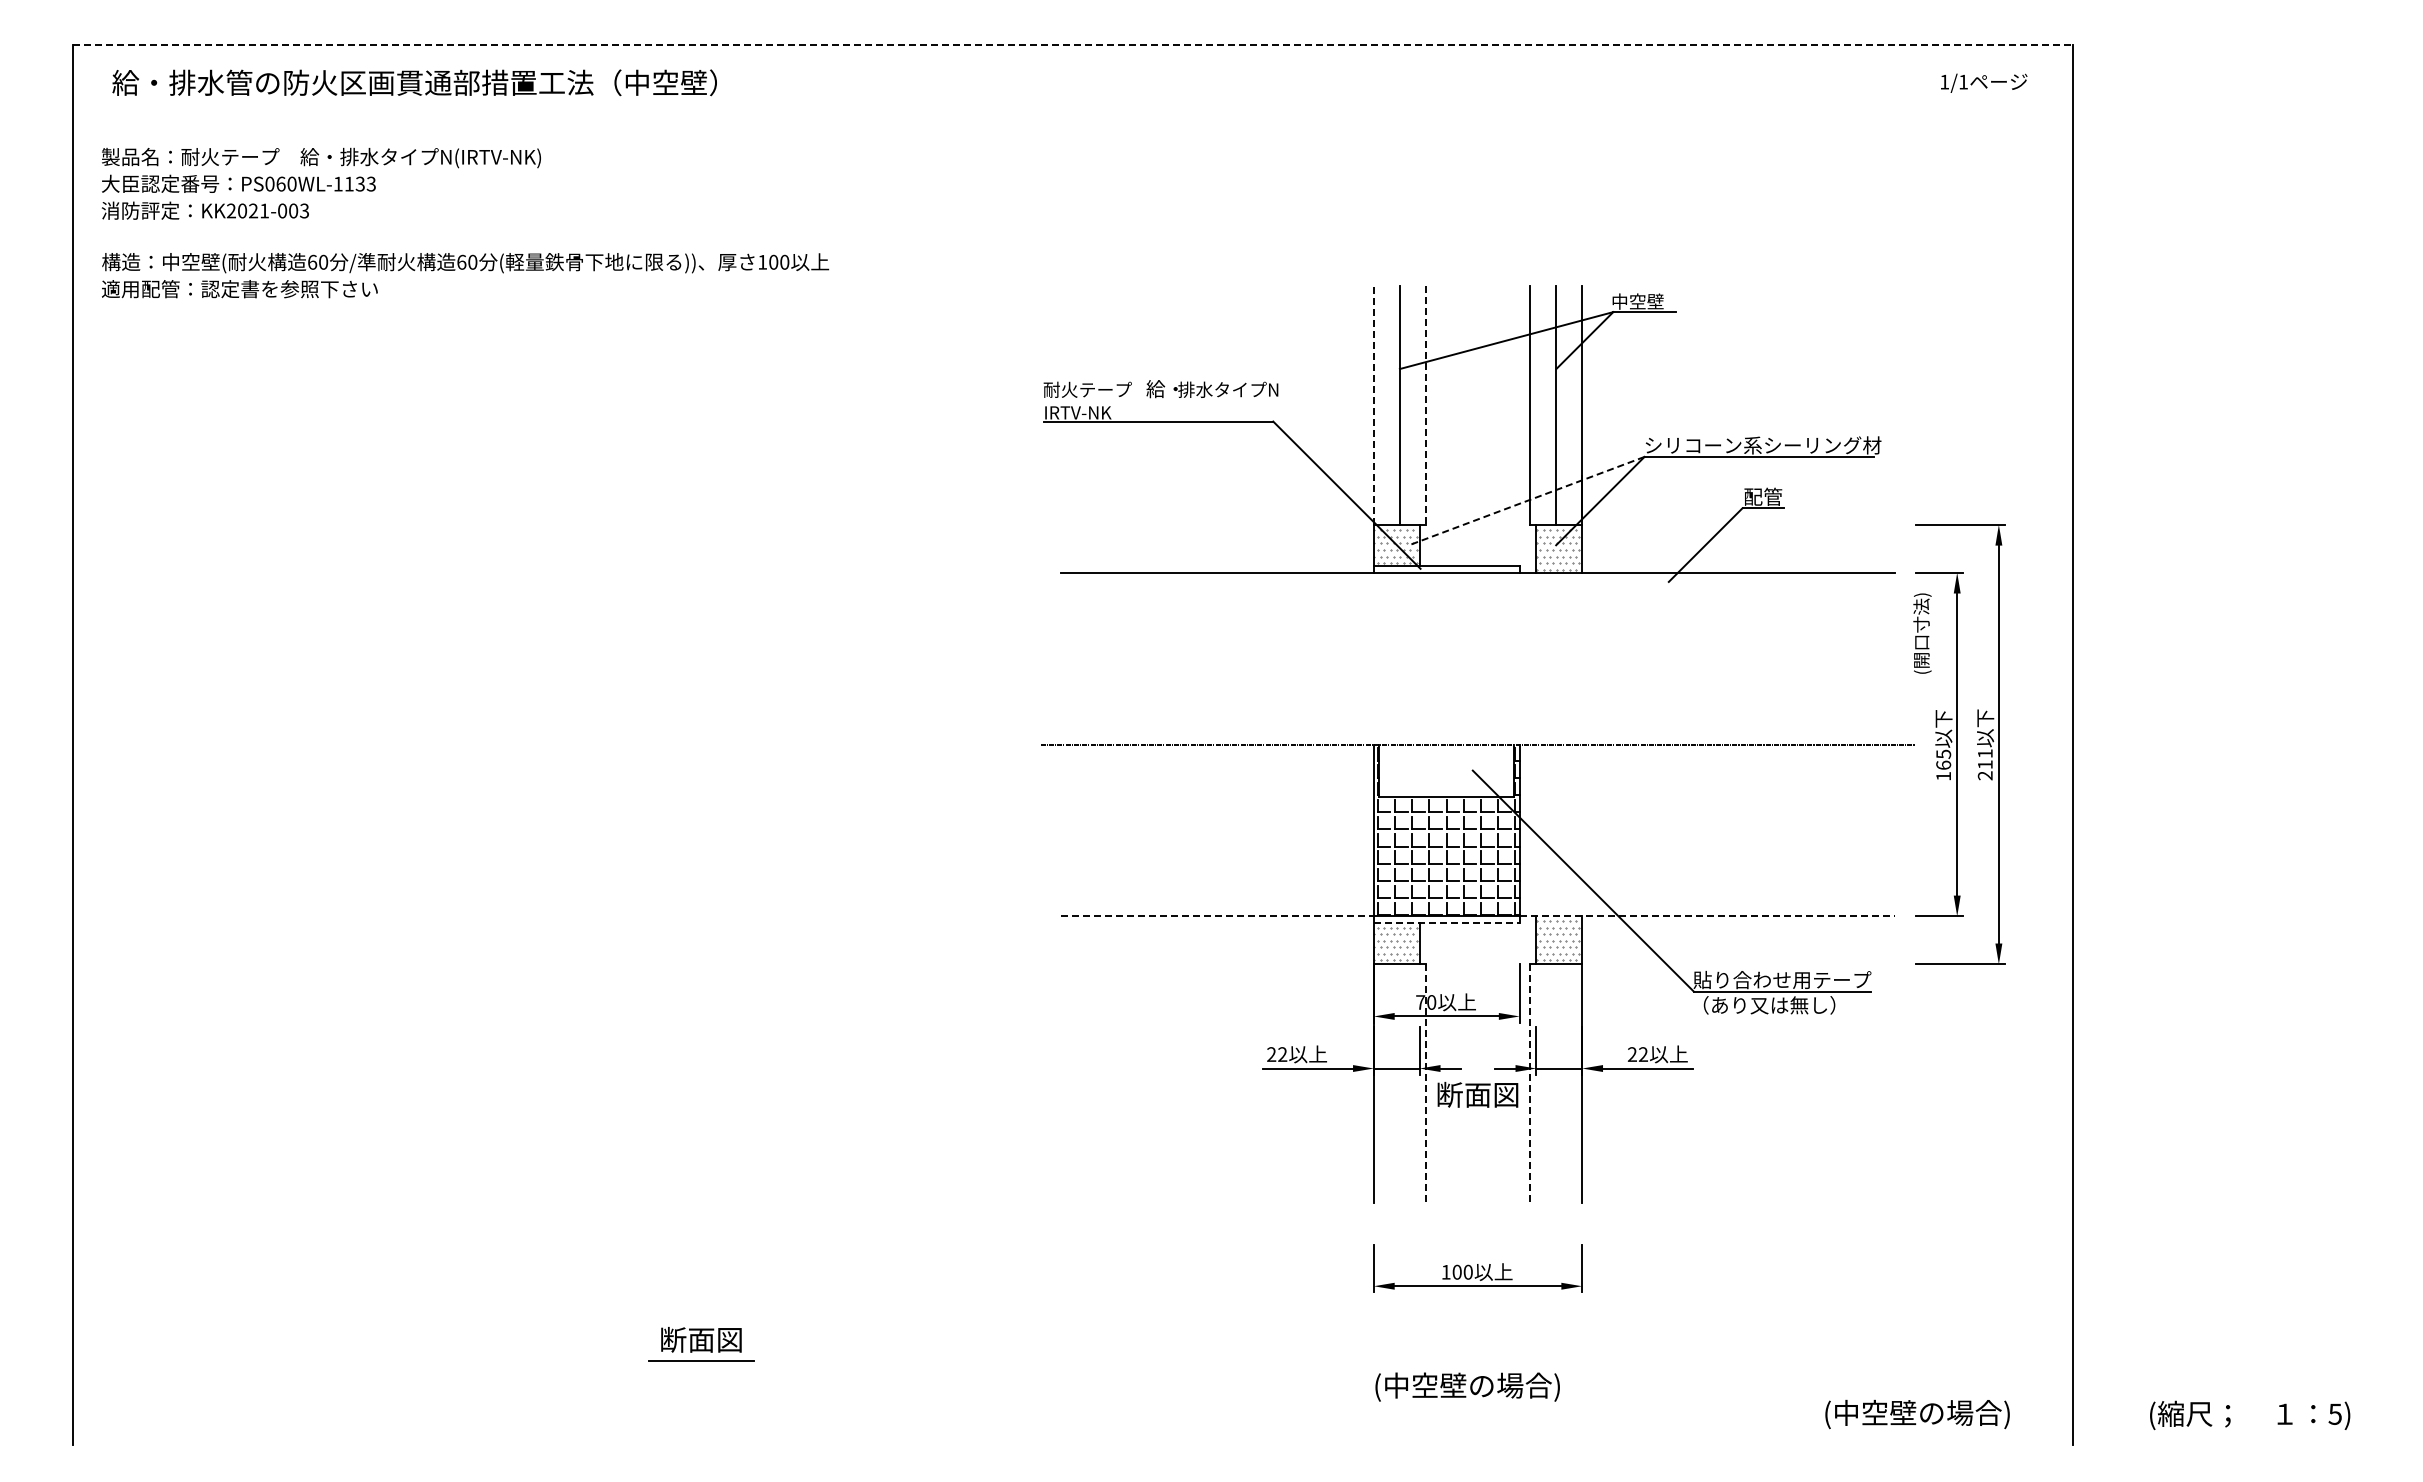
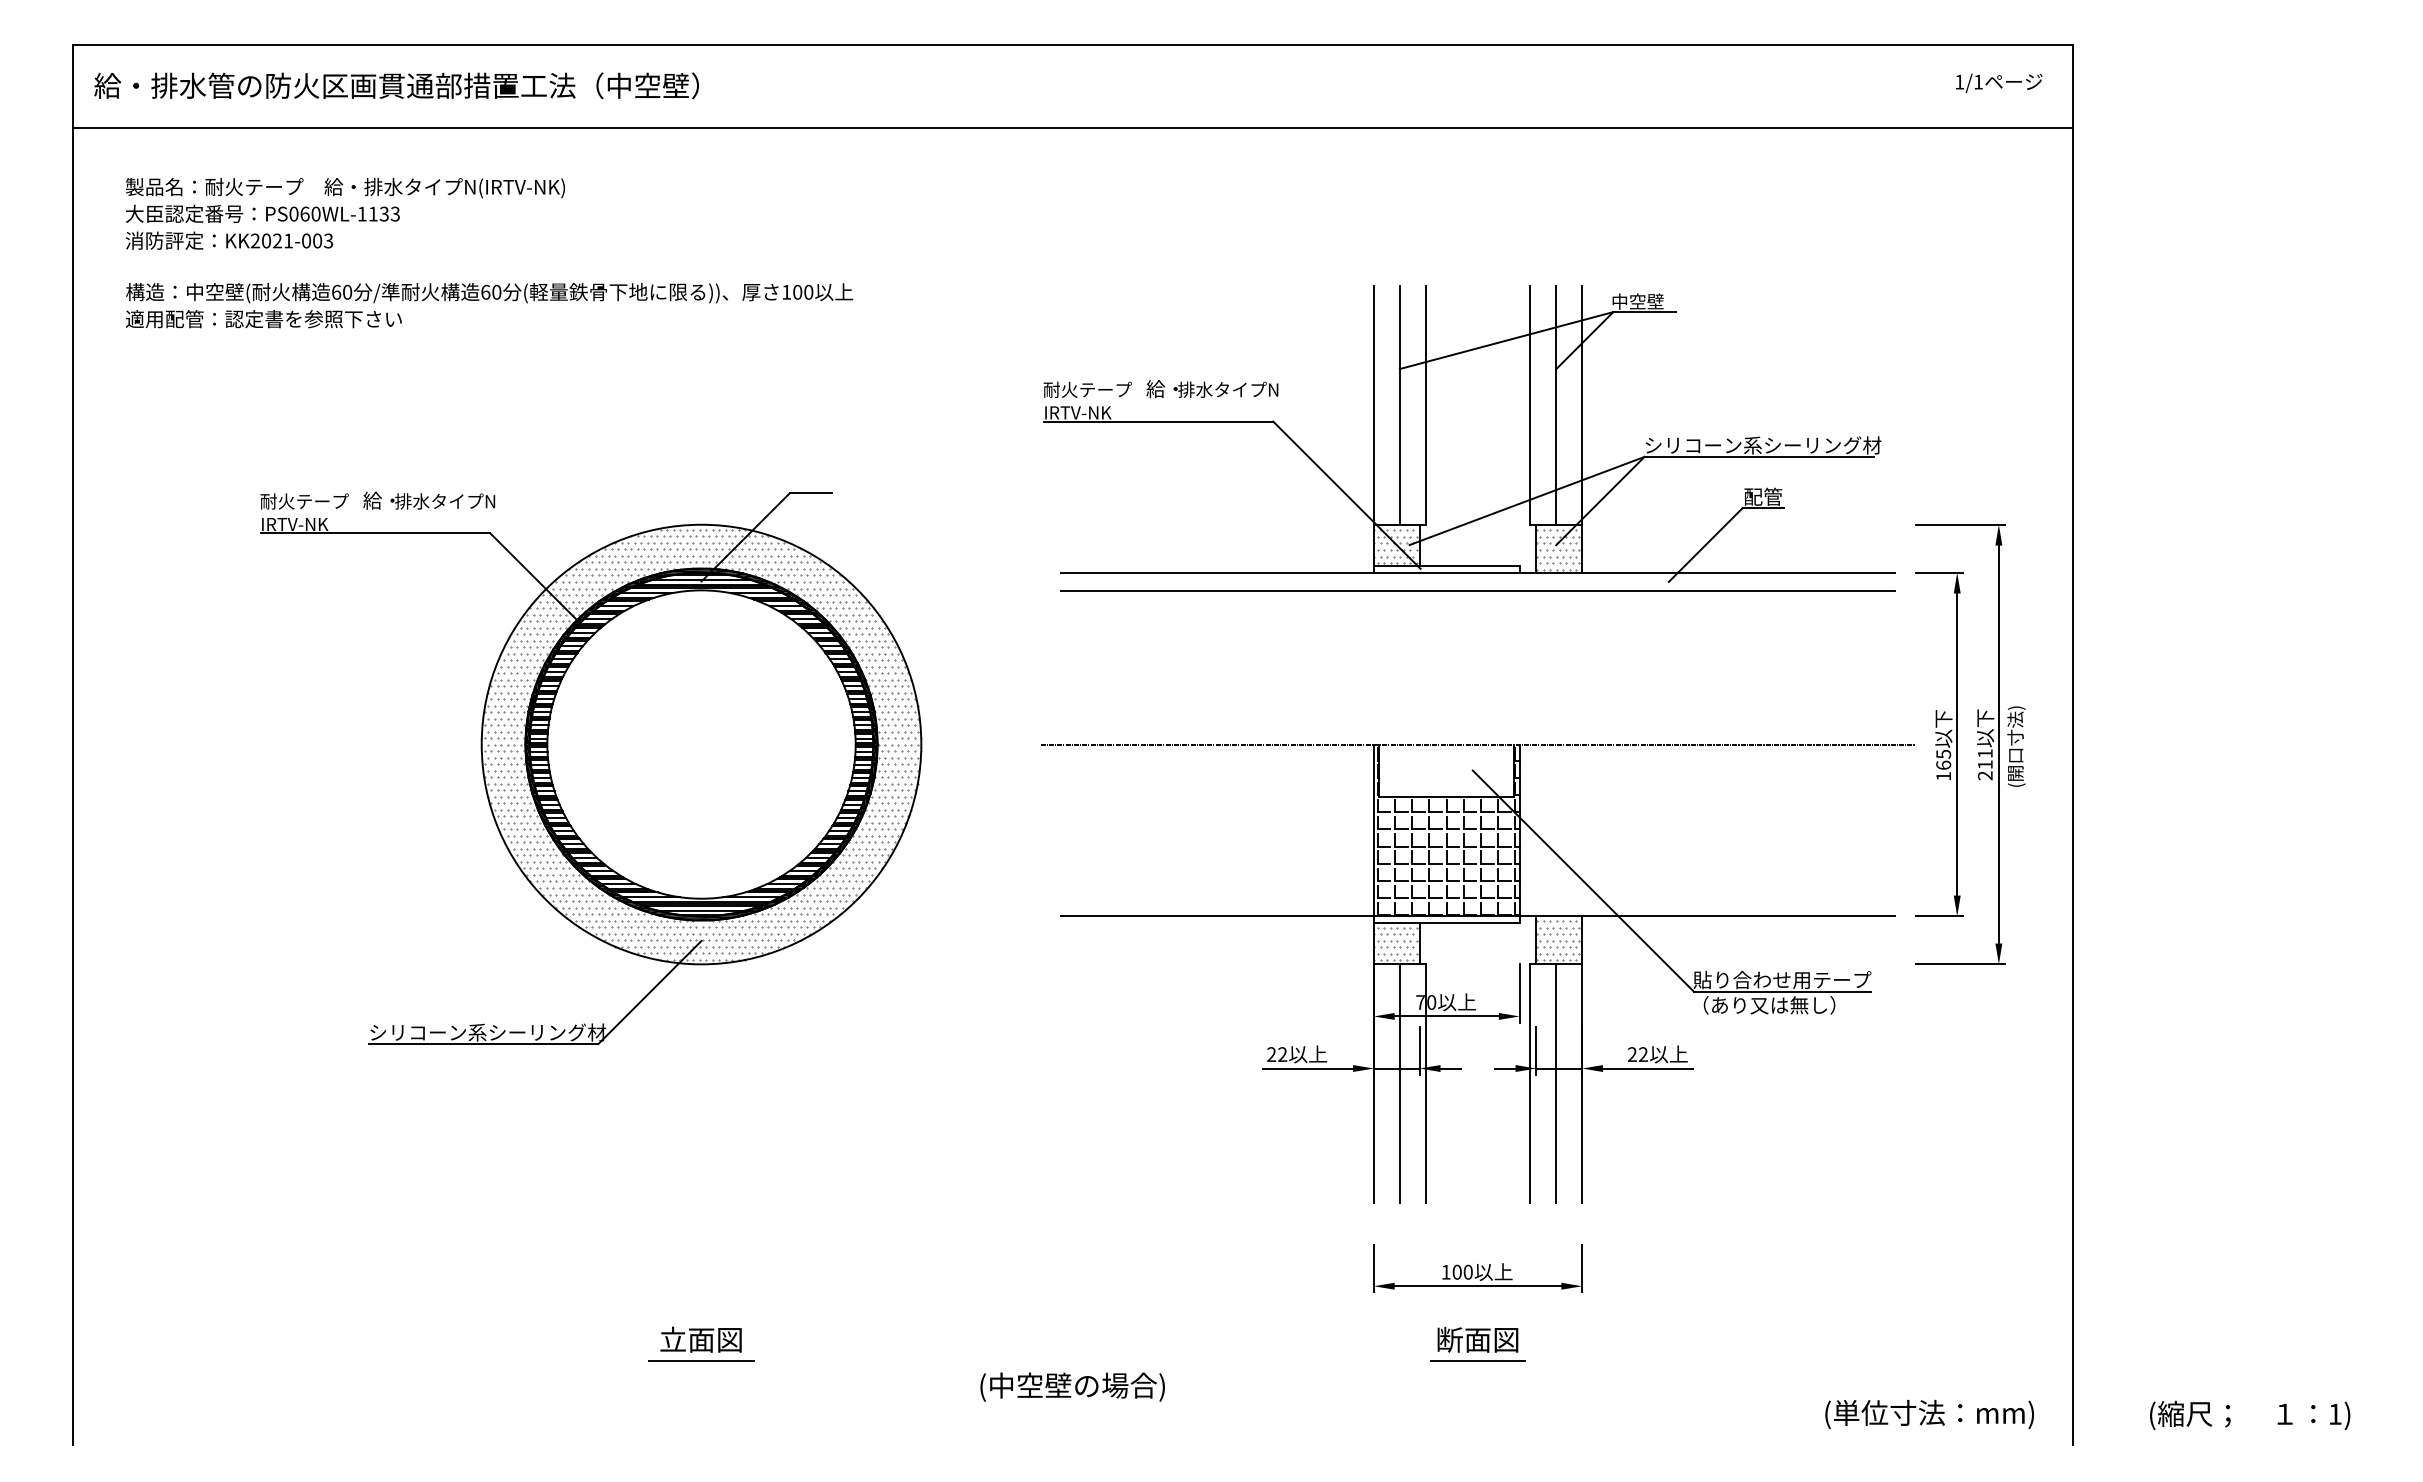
line at (1073, 44): dashed -> solid
text at (414, 82) position: (414, 82) -> (396, 85)
text at (1984, 82) position: (1984, 82) -> (1999, 82)
line at (1072, 127): none -> present
text at (465, 222) position: (465, 222) -> (489, 252)
line at (1373, 404): dashed -> solid
line at (1425, 405): dashed -> solid
line at (1526, 501): dashed -> solid
line at (1477, 591): none -> present
text at (1922, 633) position: (1922, 633) -> (2016, 746)
part at (591, 768): none -> present
line at (1218, 916): dashed -> solid
line at (1707, 916): dashed -> solid
line at (1446, 923): dashed -> solid
line at (1399, 1083): none -> present
line at (1556, 1083): none -> present
line at (1425, 1084): dashed -> solid
line at (1530, 1084): dashed -> solid
text at (1477, 1094) position: (1477, 1094) -> (1477, 1339)
text at (673, 1339): 断面図 -> 立面図
line at (1477, 1361): none -> present
text at (1467, 1386) position: (1467, 1386) -> (1072, 1386)
text at (2334, 1413): 5) -> 1)
text at (1933, 1414): (中空壁の場合) -> (単位寸法：mm)
